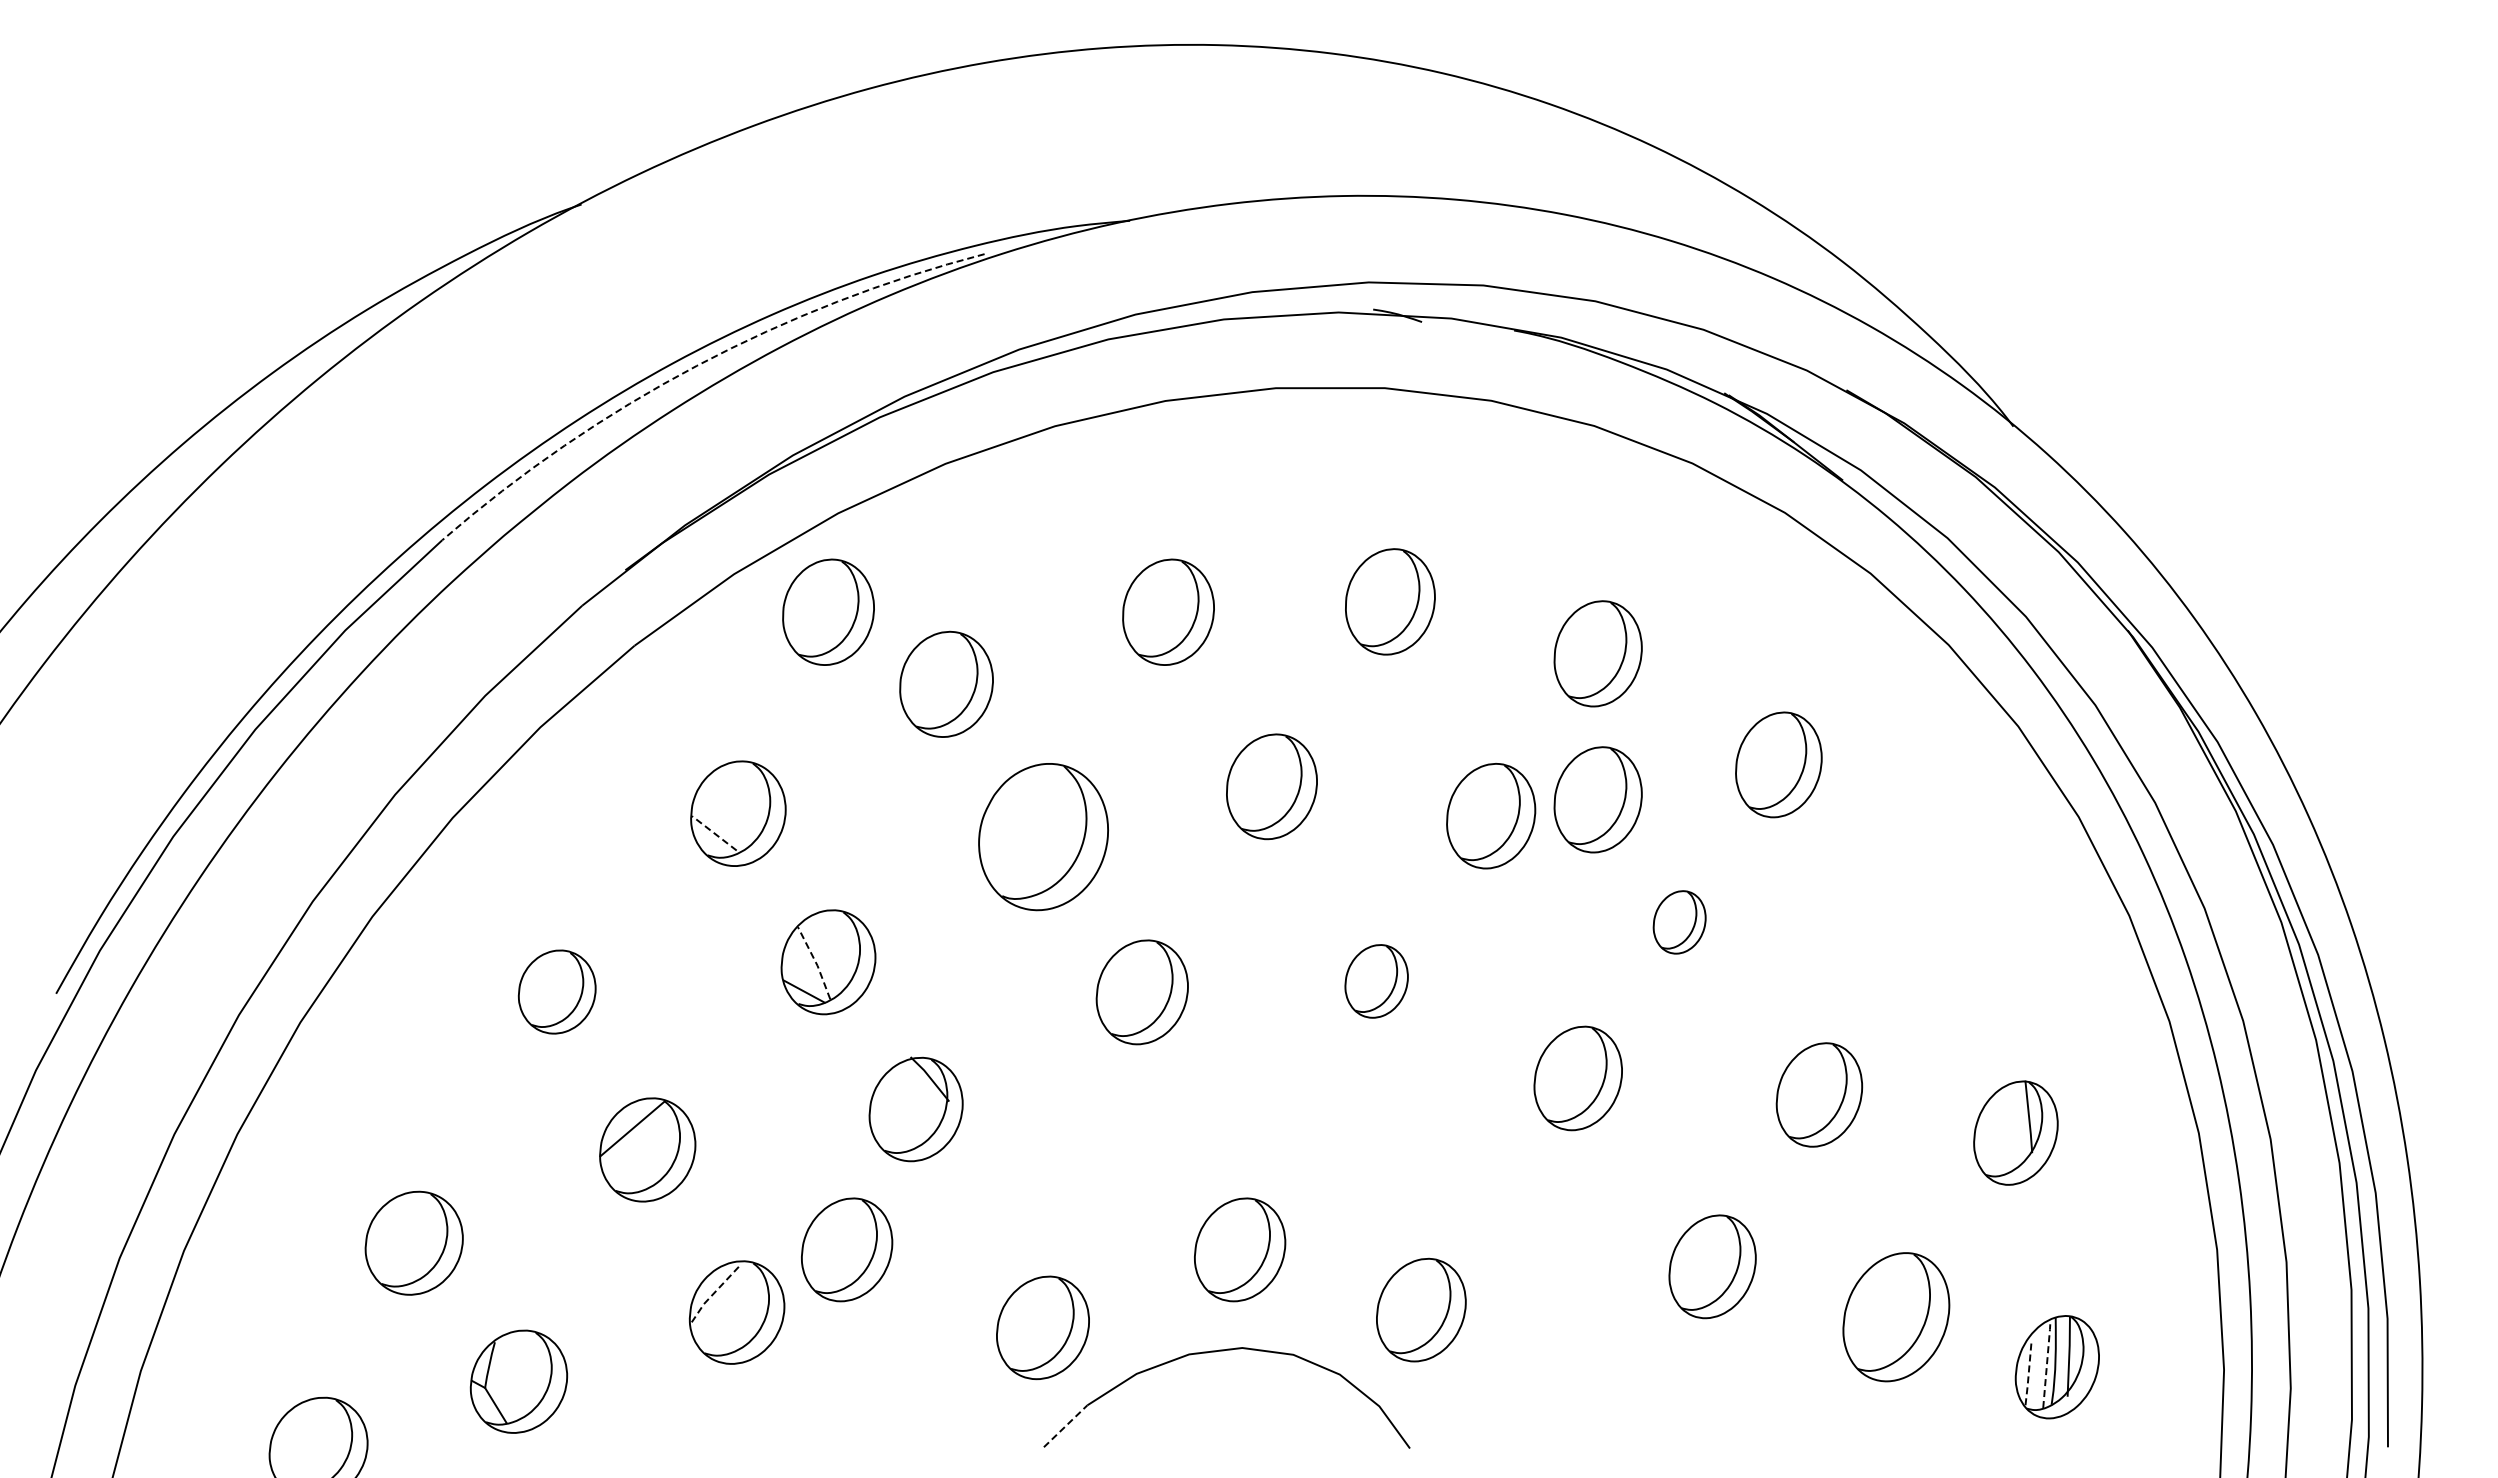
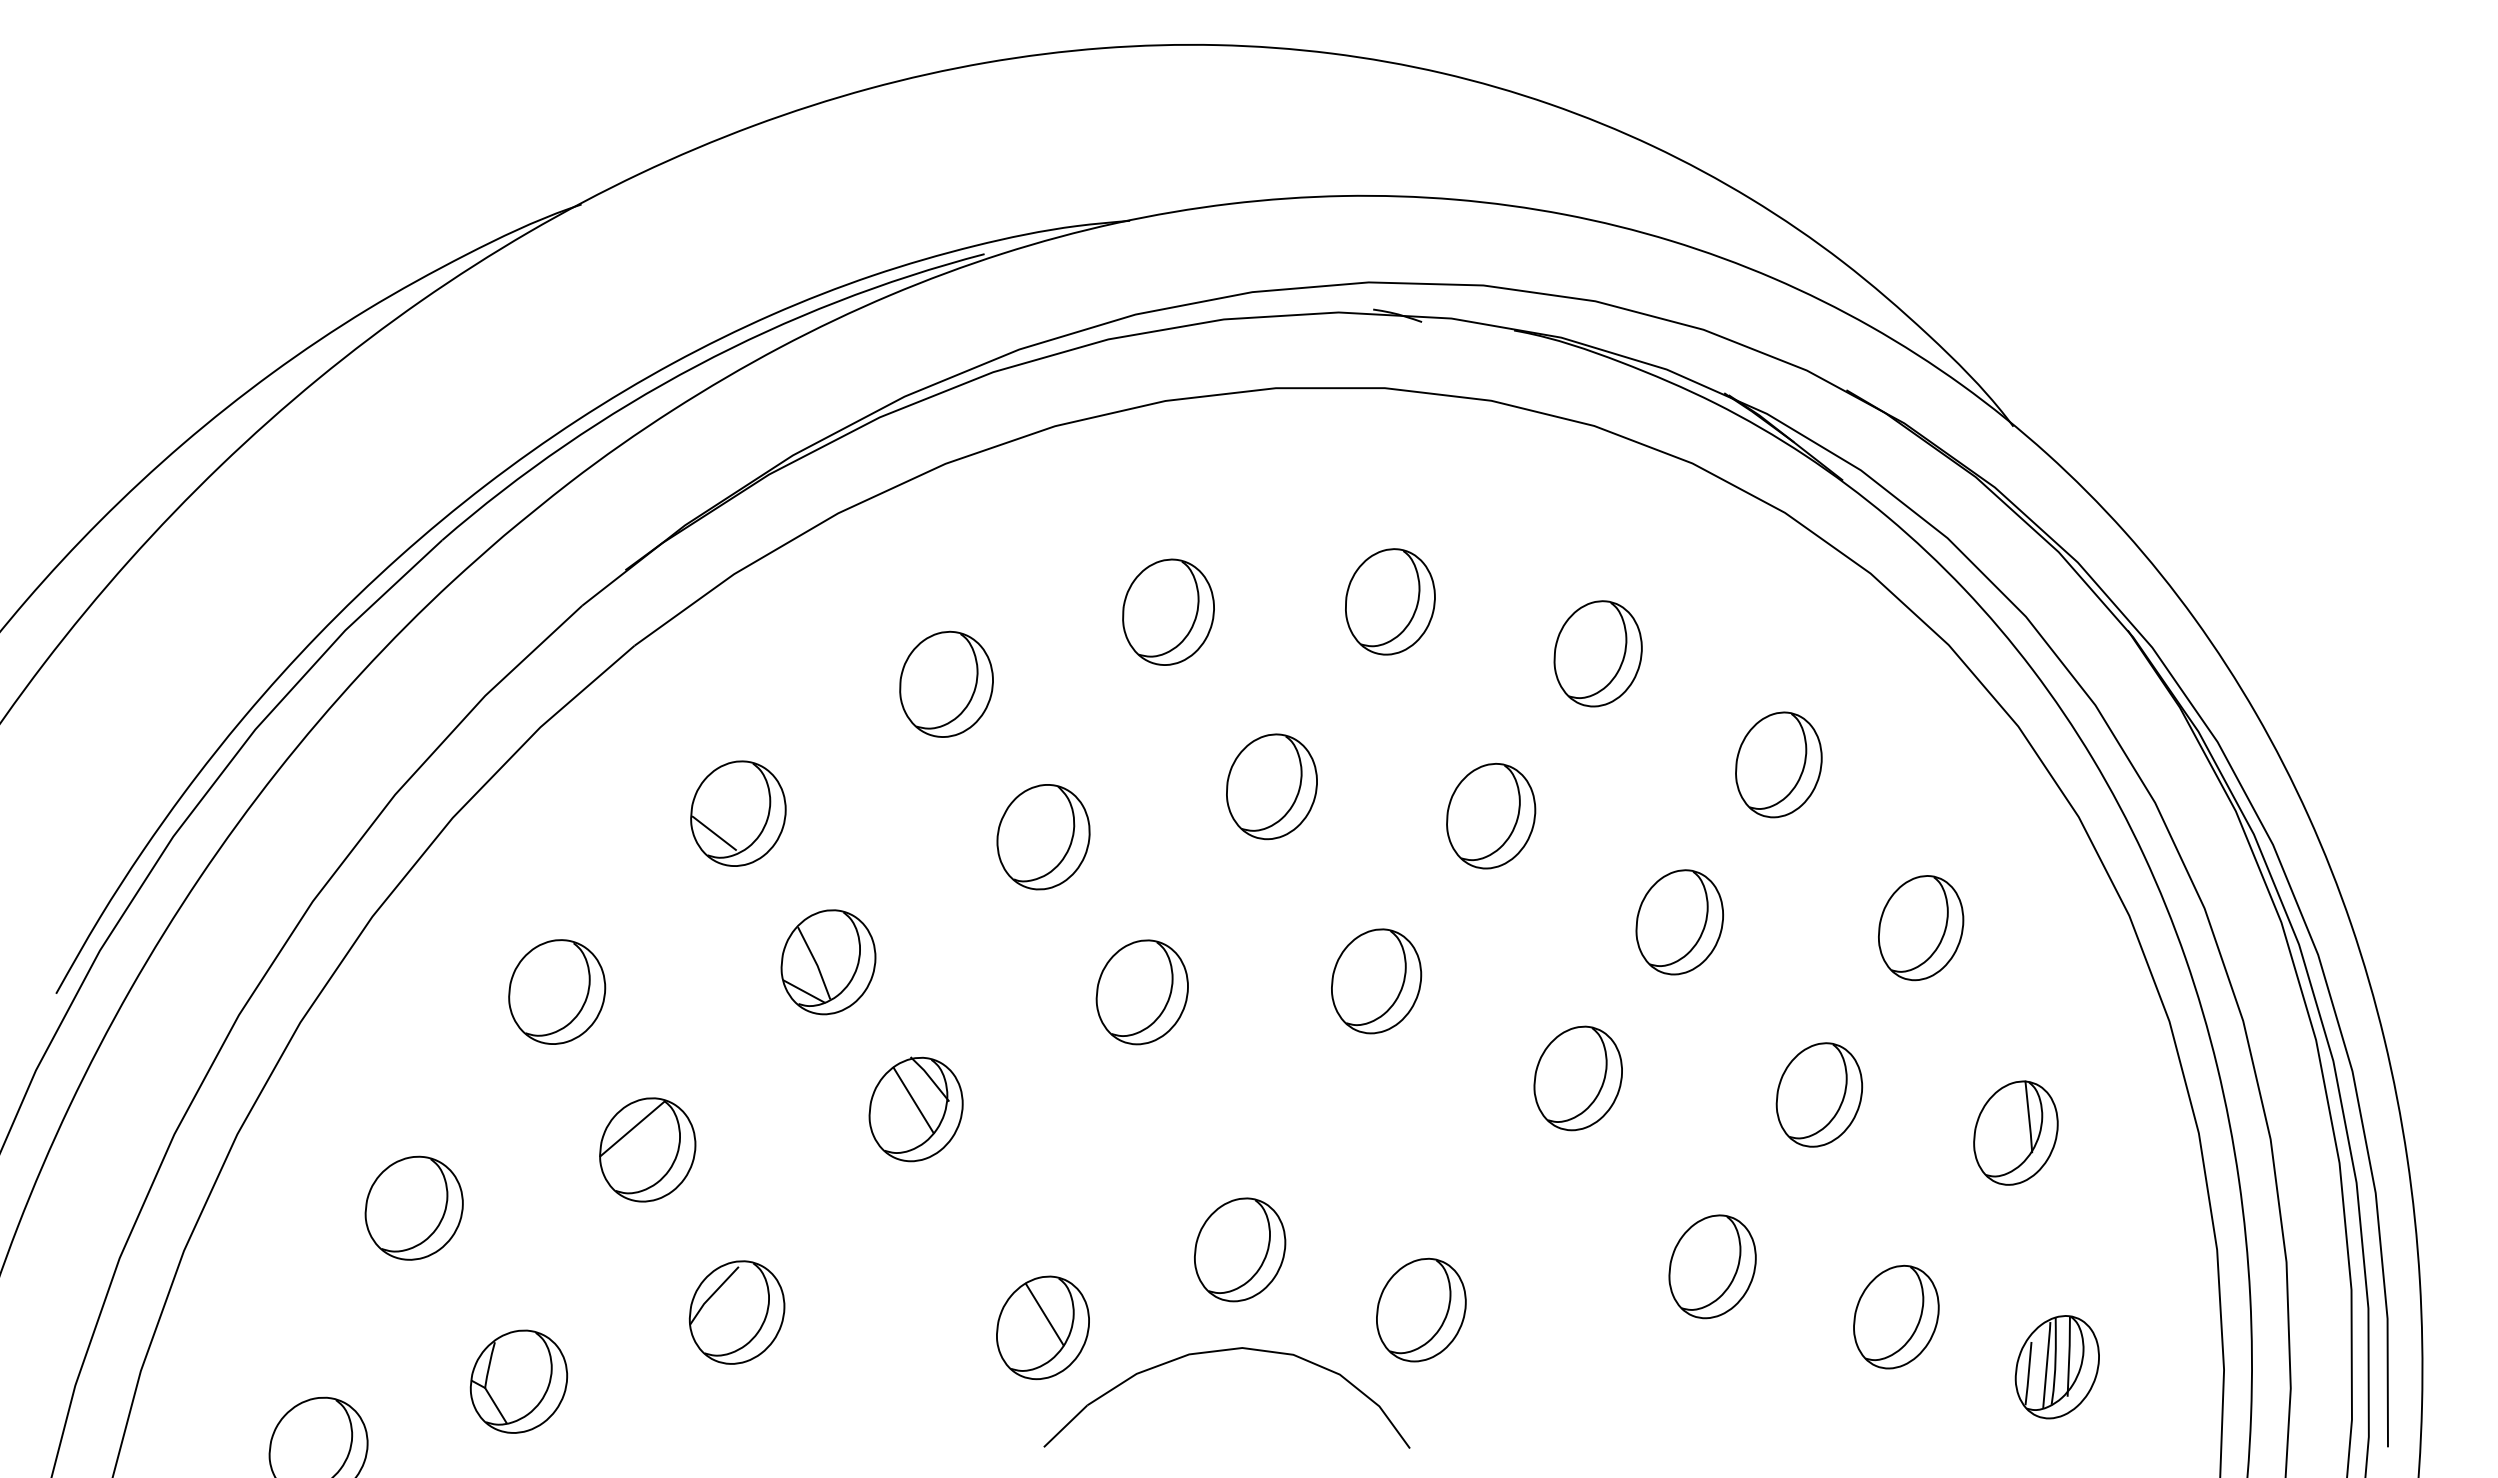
arc at (696, 365): dashed -> solid
part at (828, 611): present -> none
part at (1597, 799): present -> none
line at (713, 833): dashed -> solid
part at (1043, 837) size: 131x149 px -> 95x107 px
part at (1679, 922) size: 55x65 px -> 89x107 px
part at (1921, 928): none -> present
line at (815, 962): dashed -> solid
part at (1376, 981) size: 65x75 px -> 92x107 px
part at (556, 991) size: 80x86 px -> 99x106 px
line at (913, 1099): none -> present
part at (413, 1242) position: (413, 1242) -> (413, 1207)
part at (847, 1249): present -> none
line at (712, 1295): dashed -> solid
line at (1044, 1314): none -> present
part at (1896, 1317) size: 109x131 px -> 87x106 px
line at (2046, 1364): dashed -> solid
line at (2028, 1374): dashed -> solid
line at (1066, 1425): dashed -> solid
